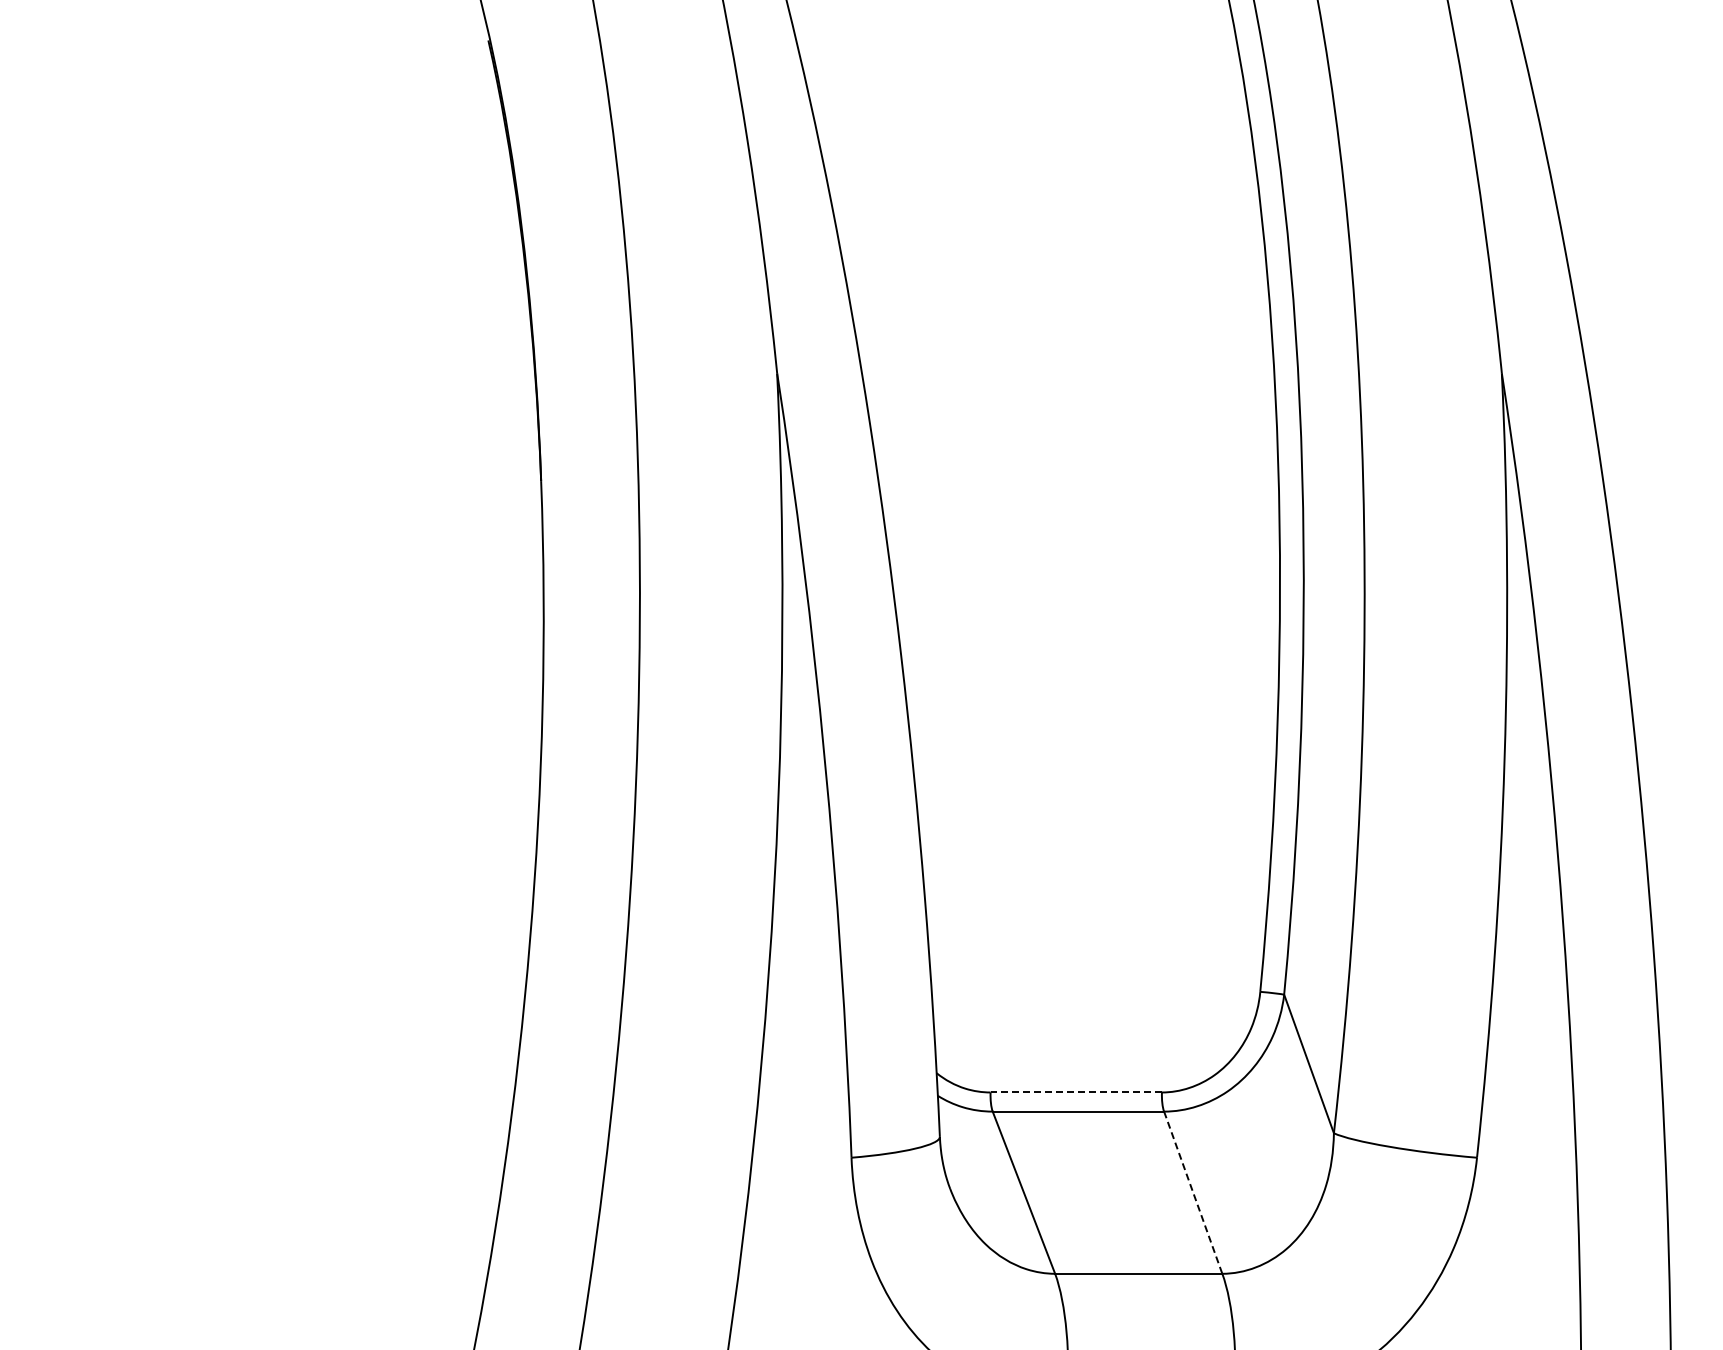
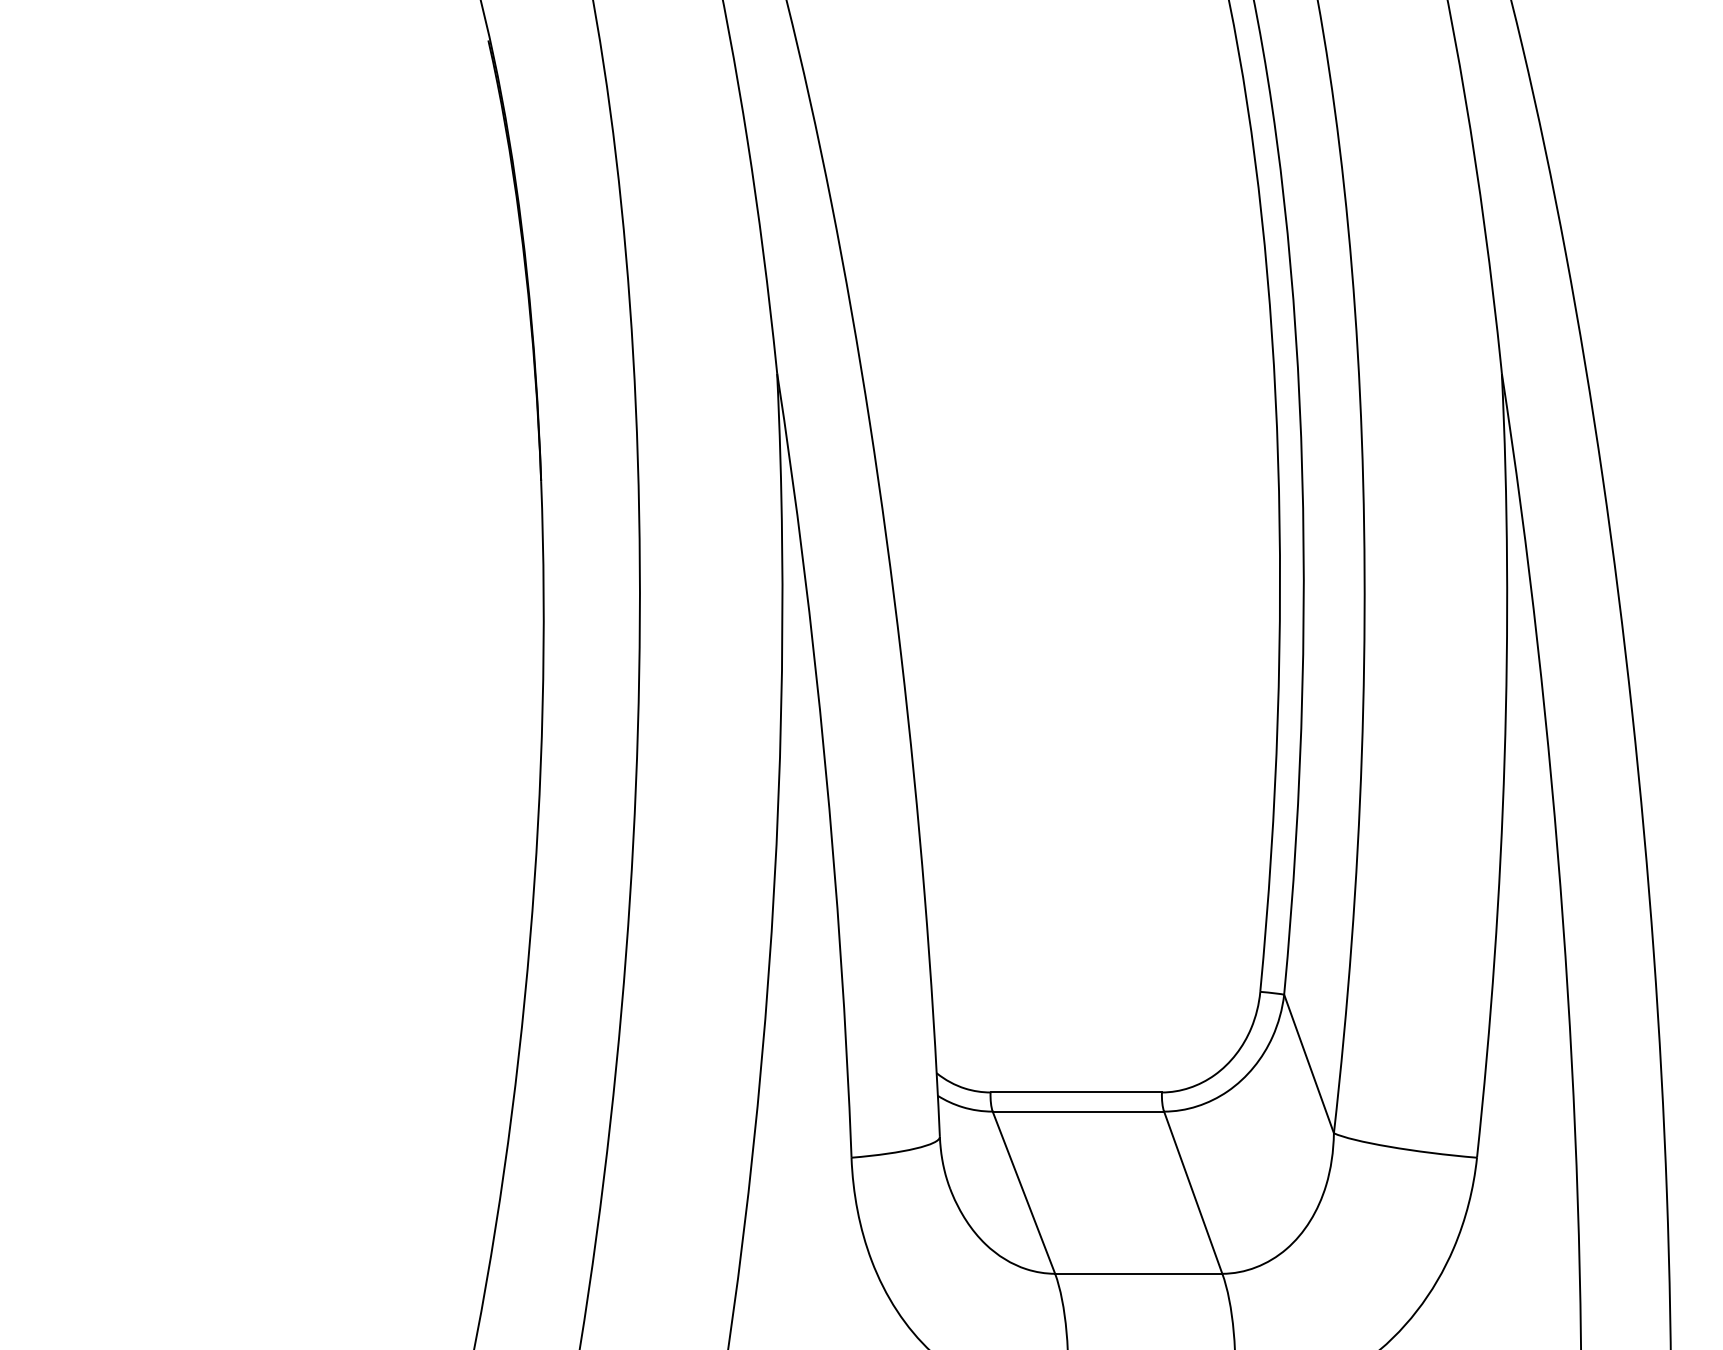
line at (1076, 1092): dashed -> solid
line at (1193, 1193): dashed -> solid
